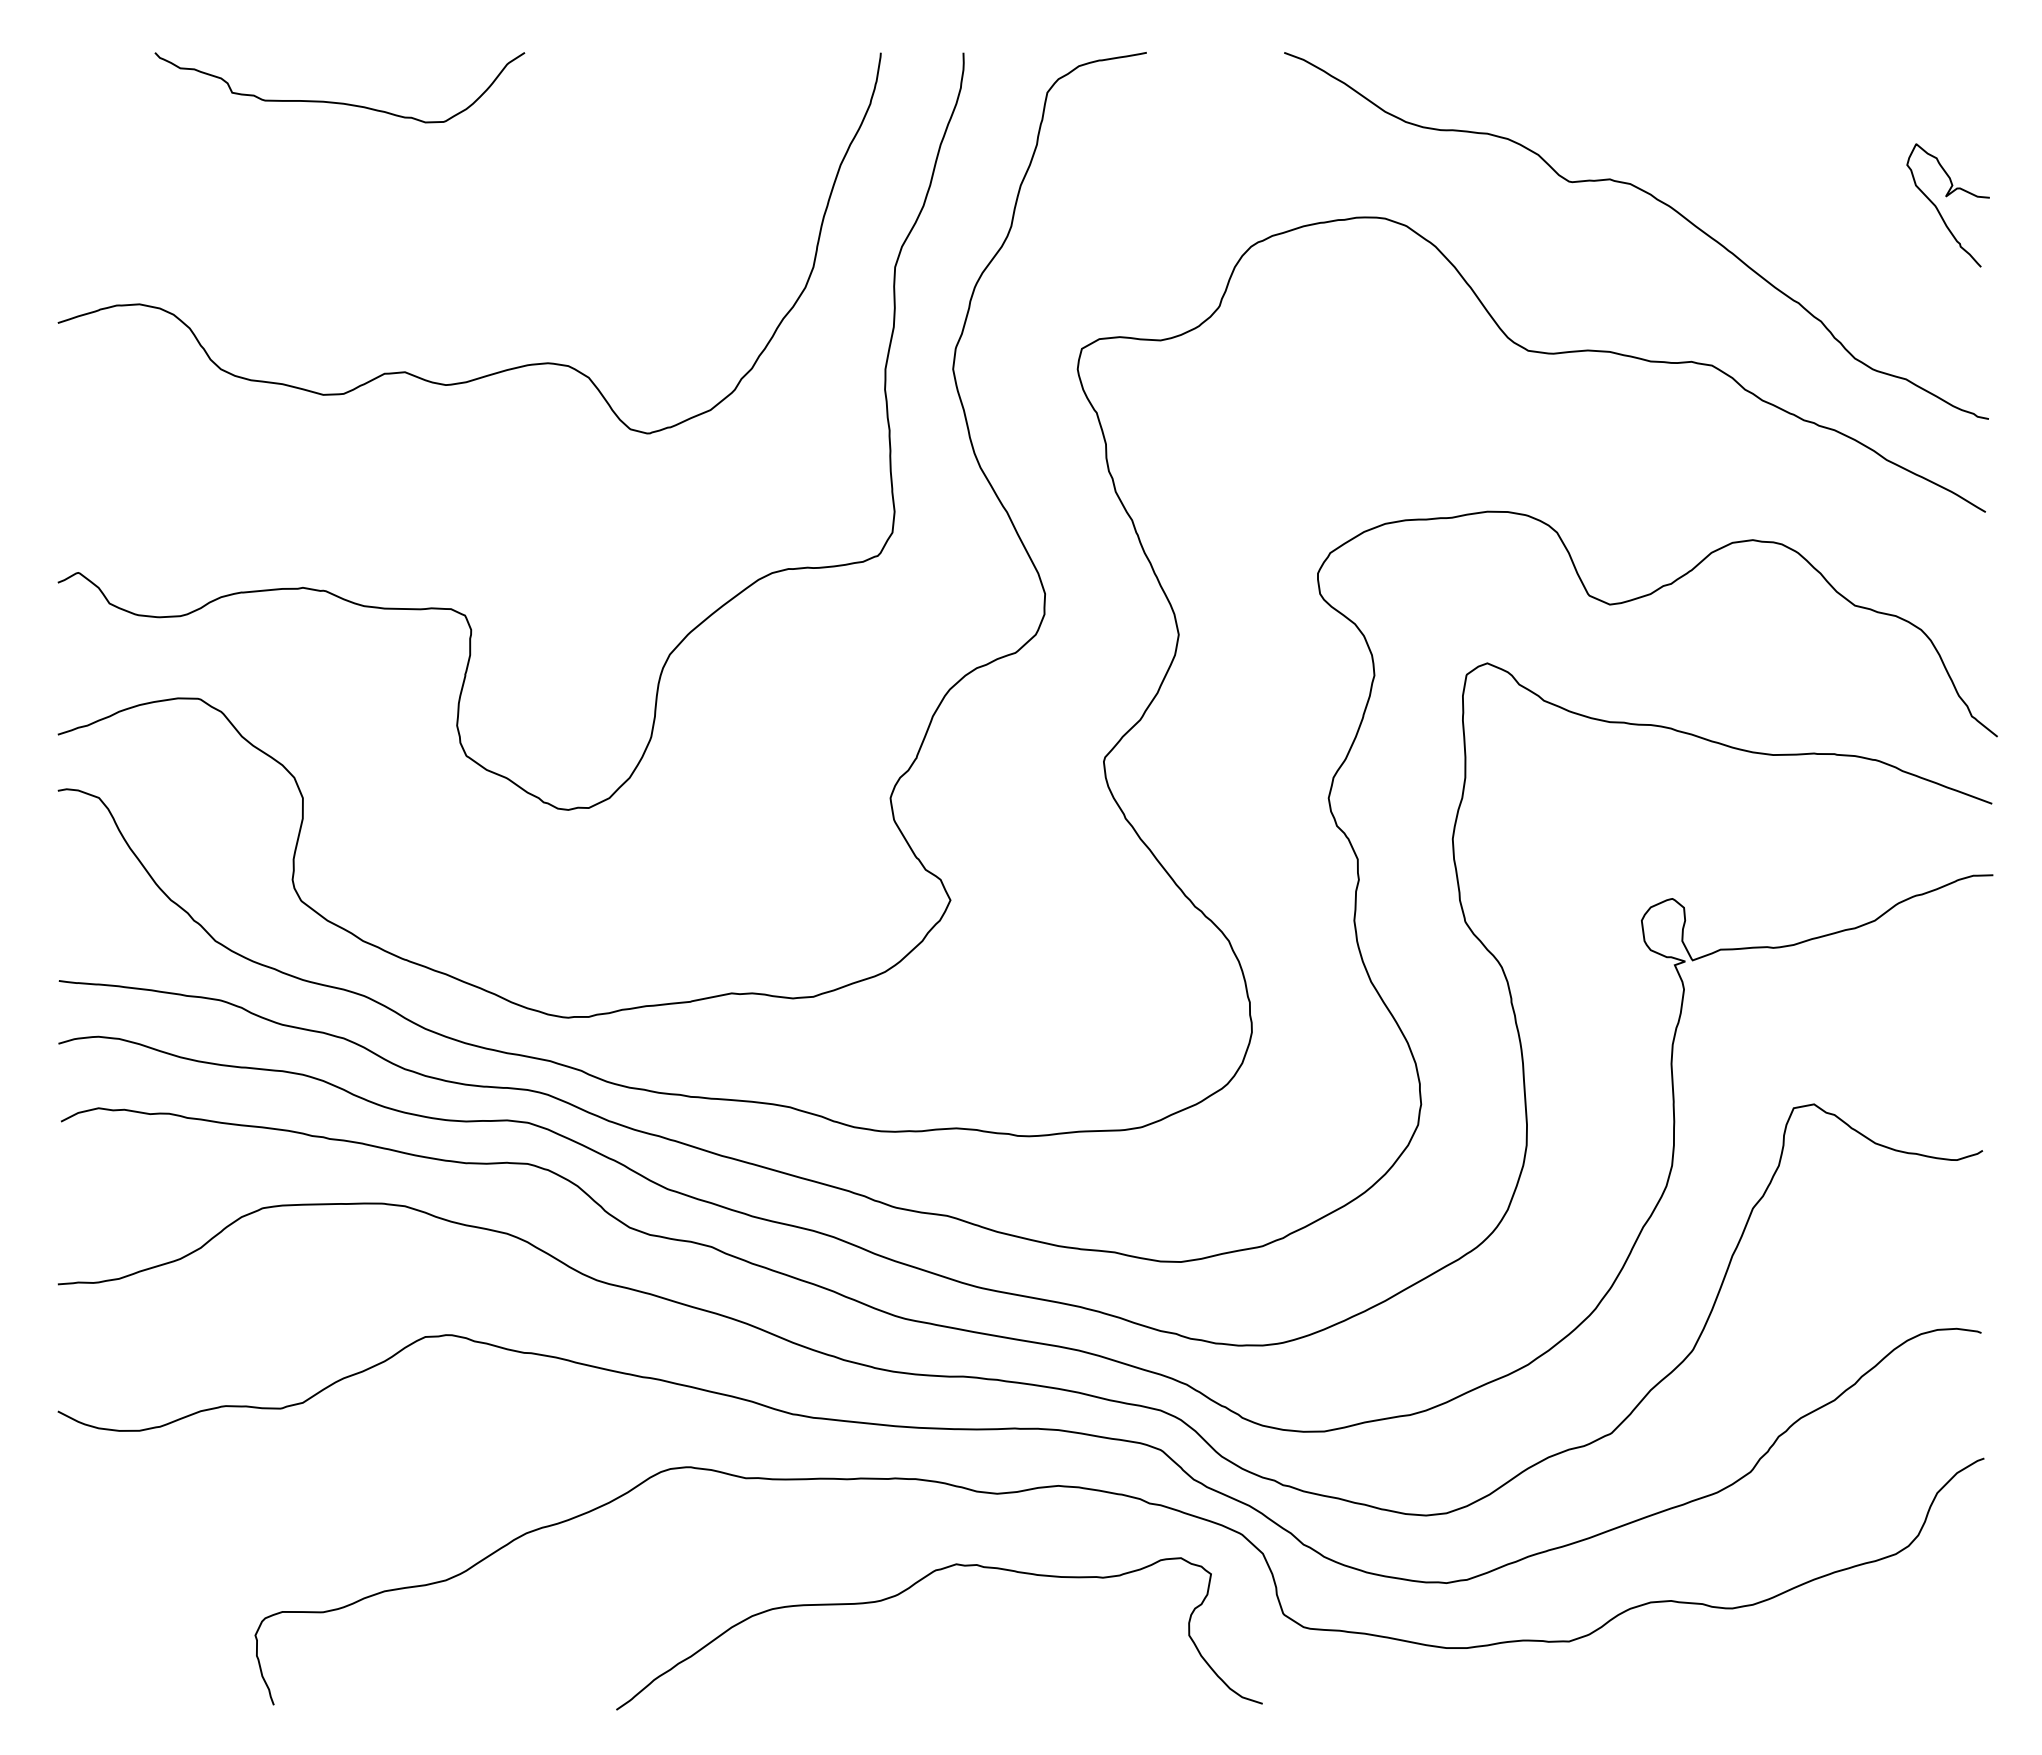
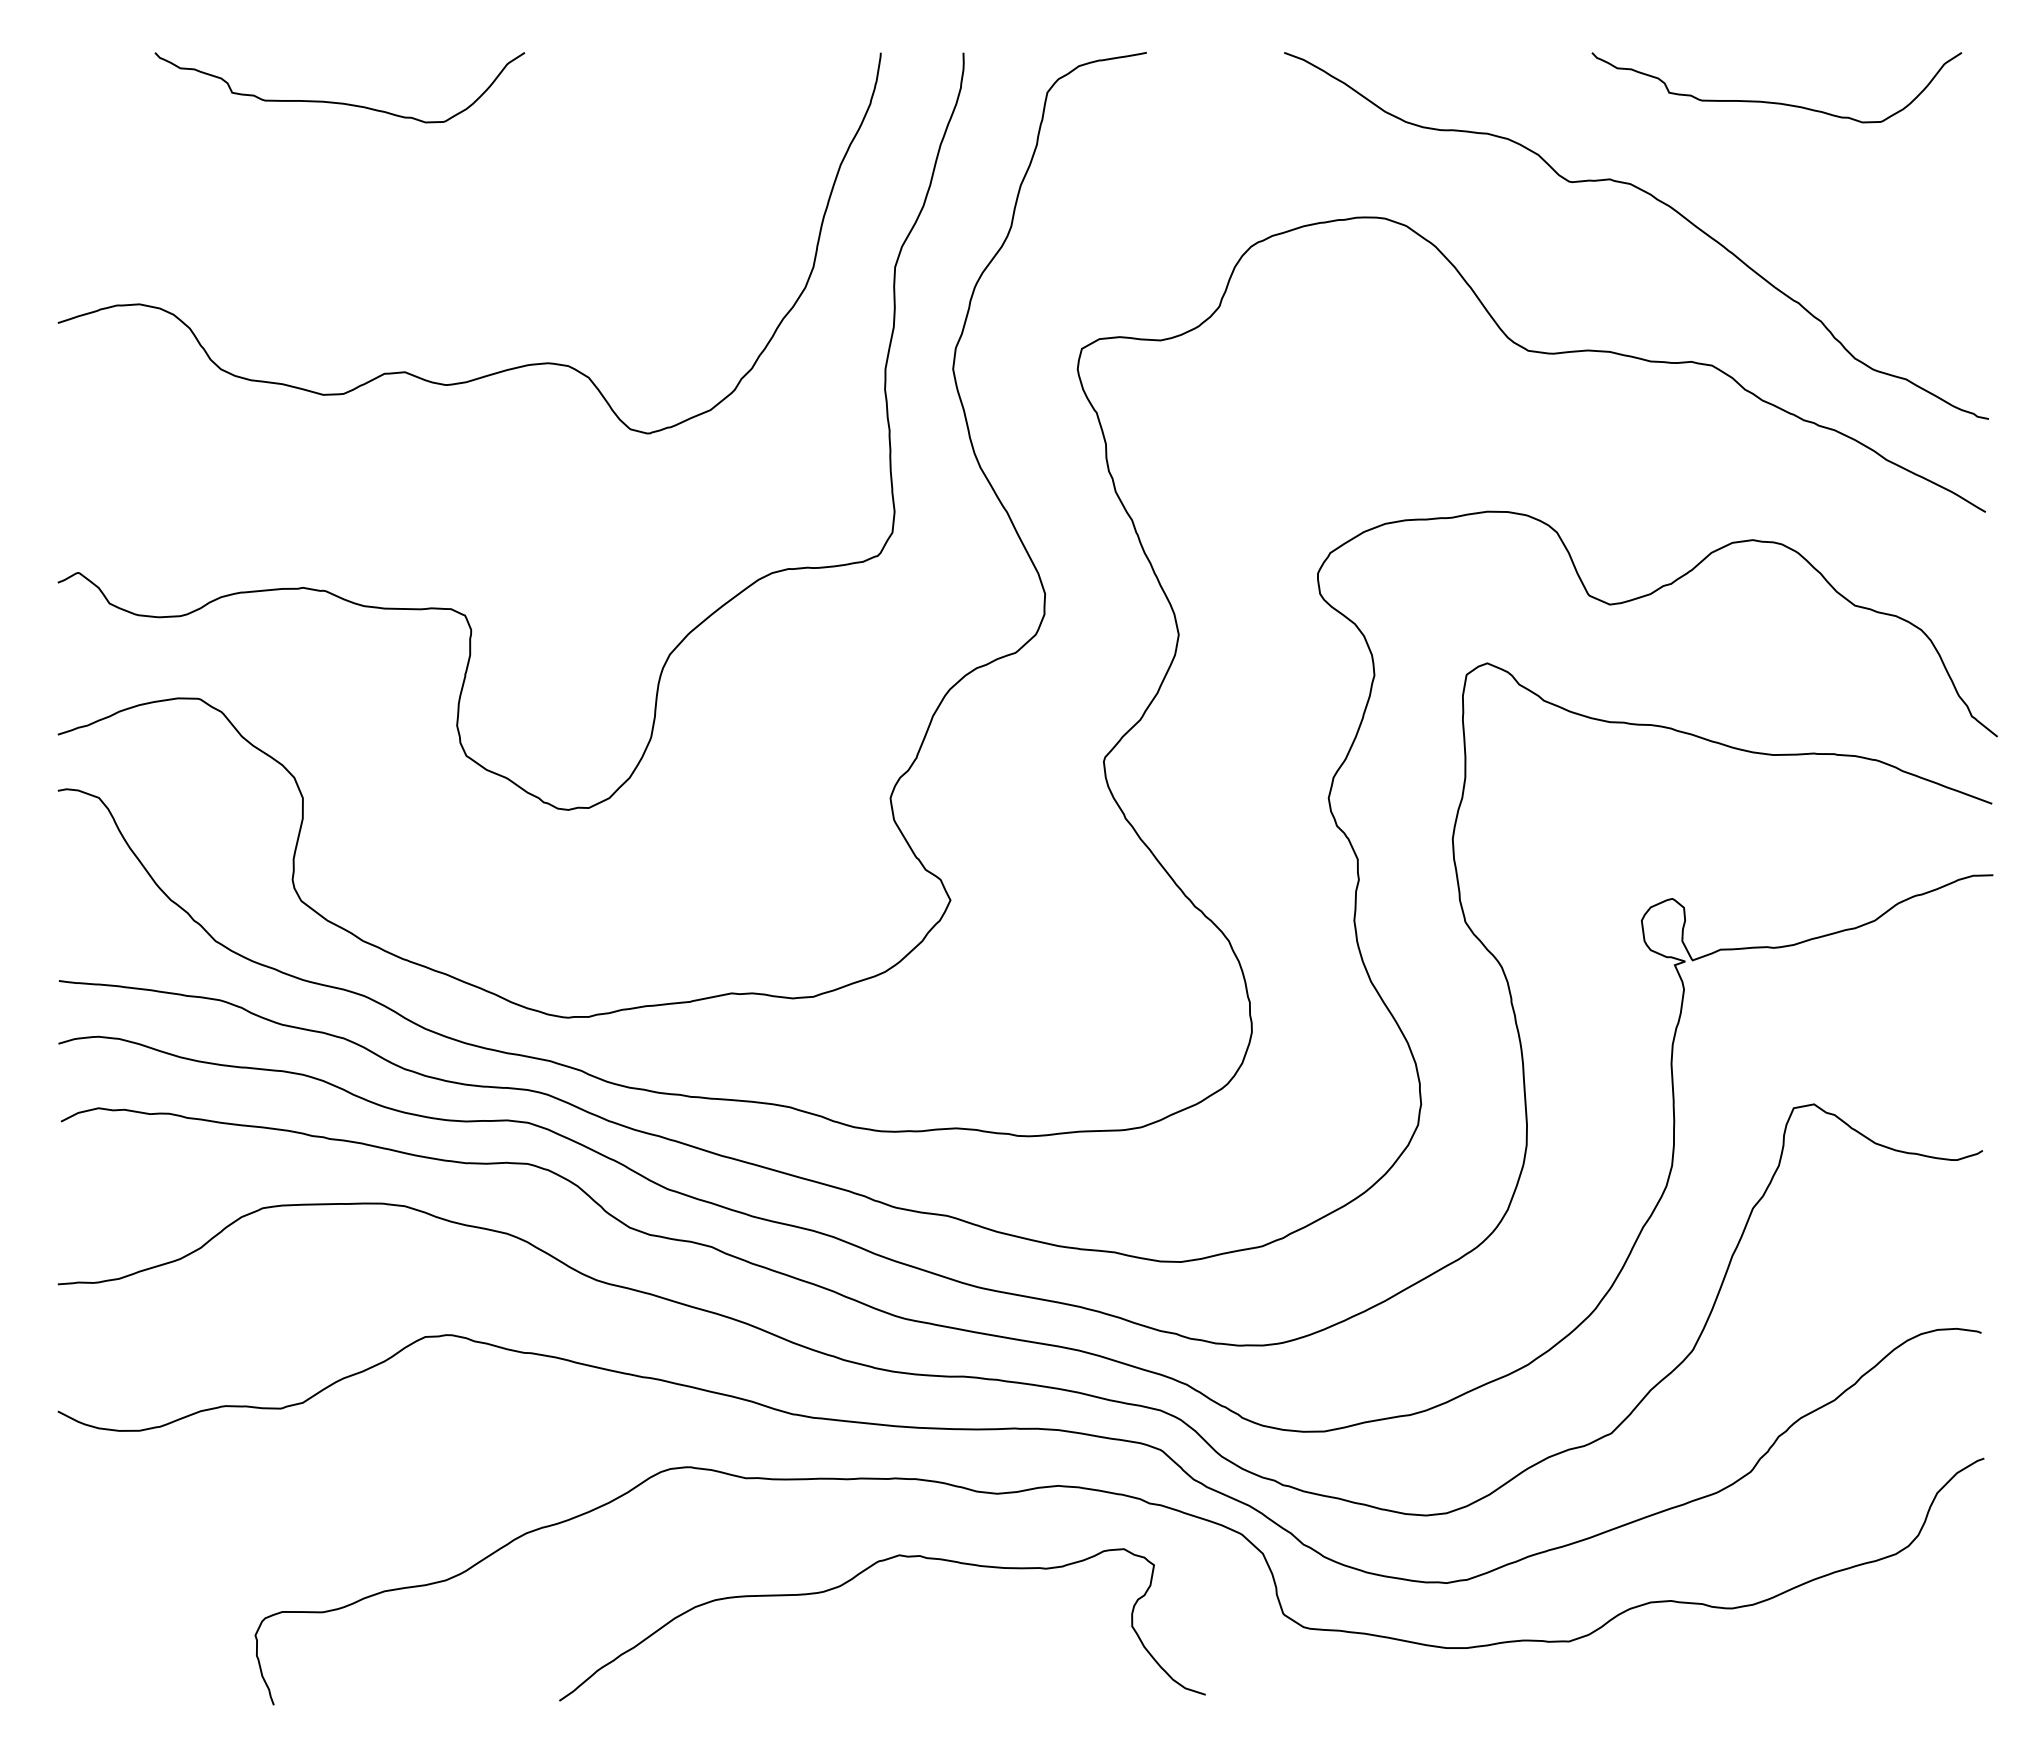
curve at (1776, 102): none -> present
curve at (1946, 197): present -> none
curve at (910, 1588) position: (910, 1588) -> (853, 1579)
